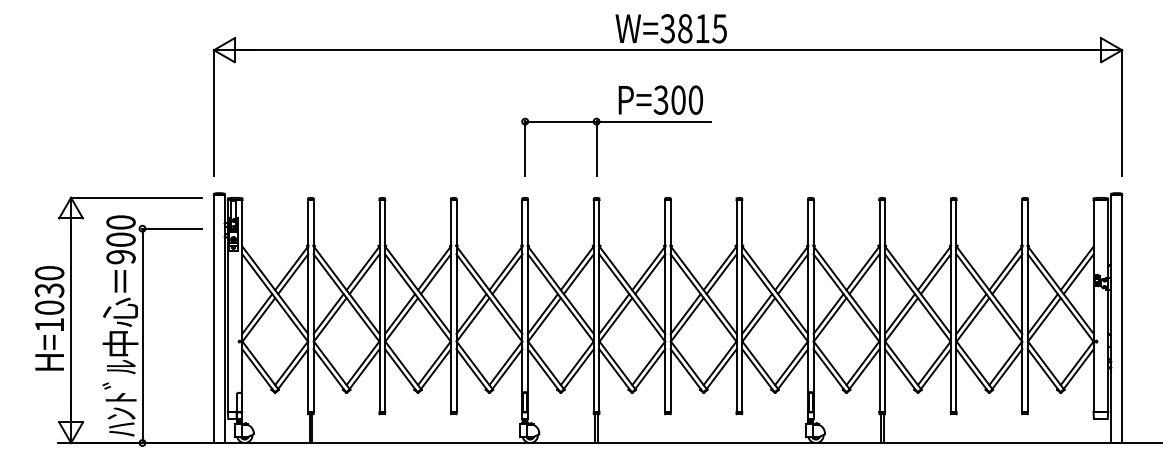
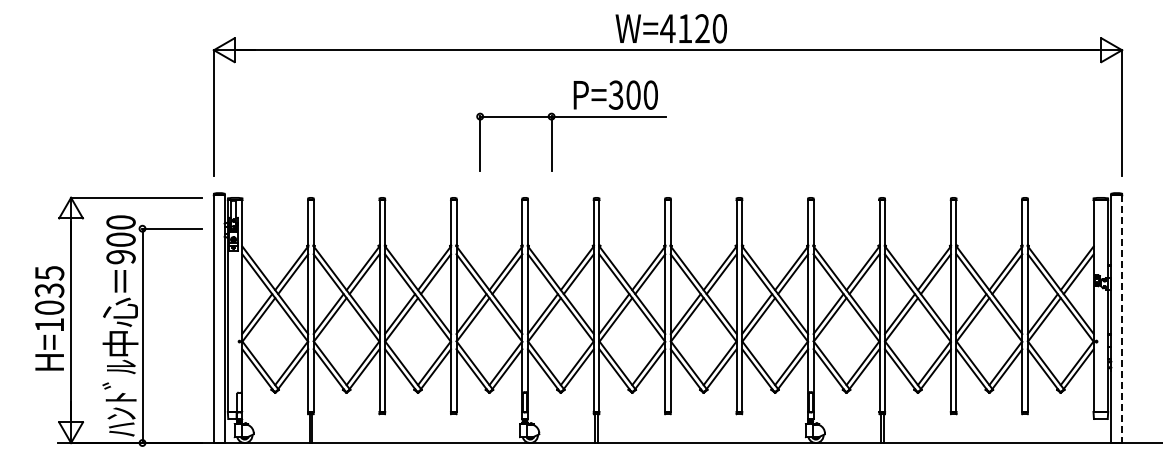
text at (693, 28): W=3815 -> W=4120
part at (616, 122) position: (616, 122) -> (571, 117)
text at (49, 273): H=1030 -> H=1035
line at (1122, 319): solid -> dashed
